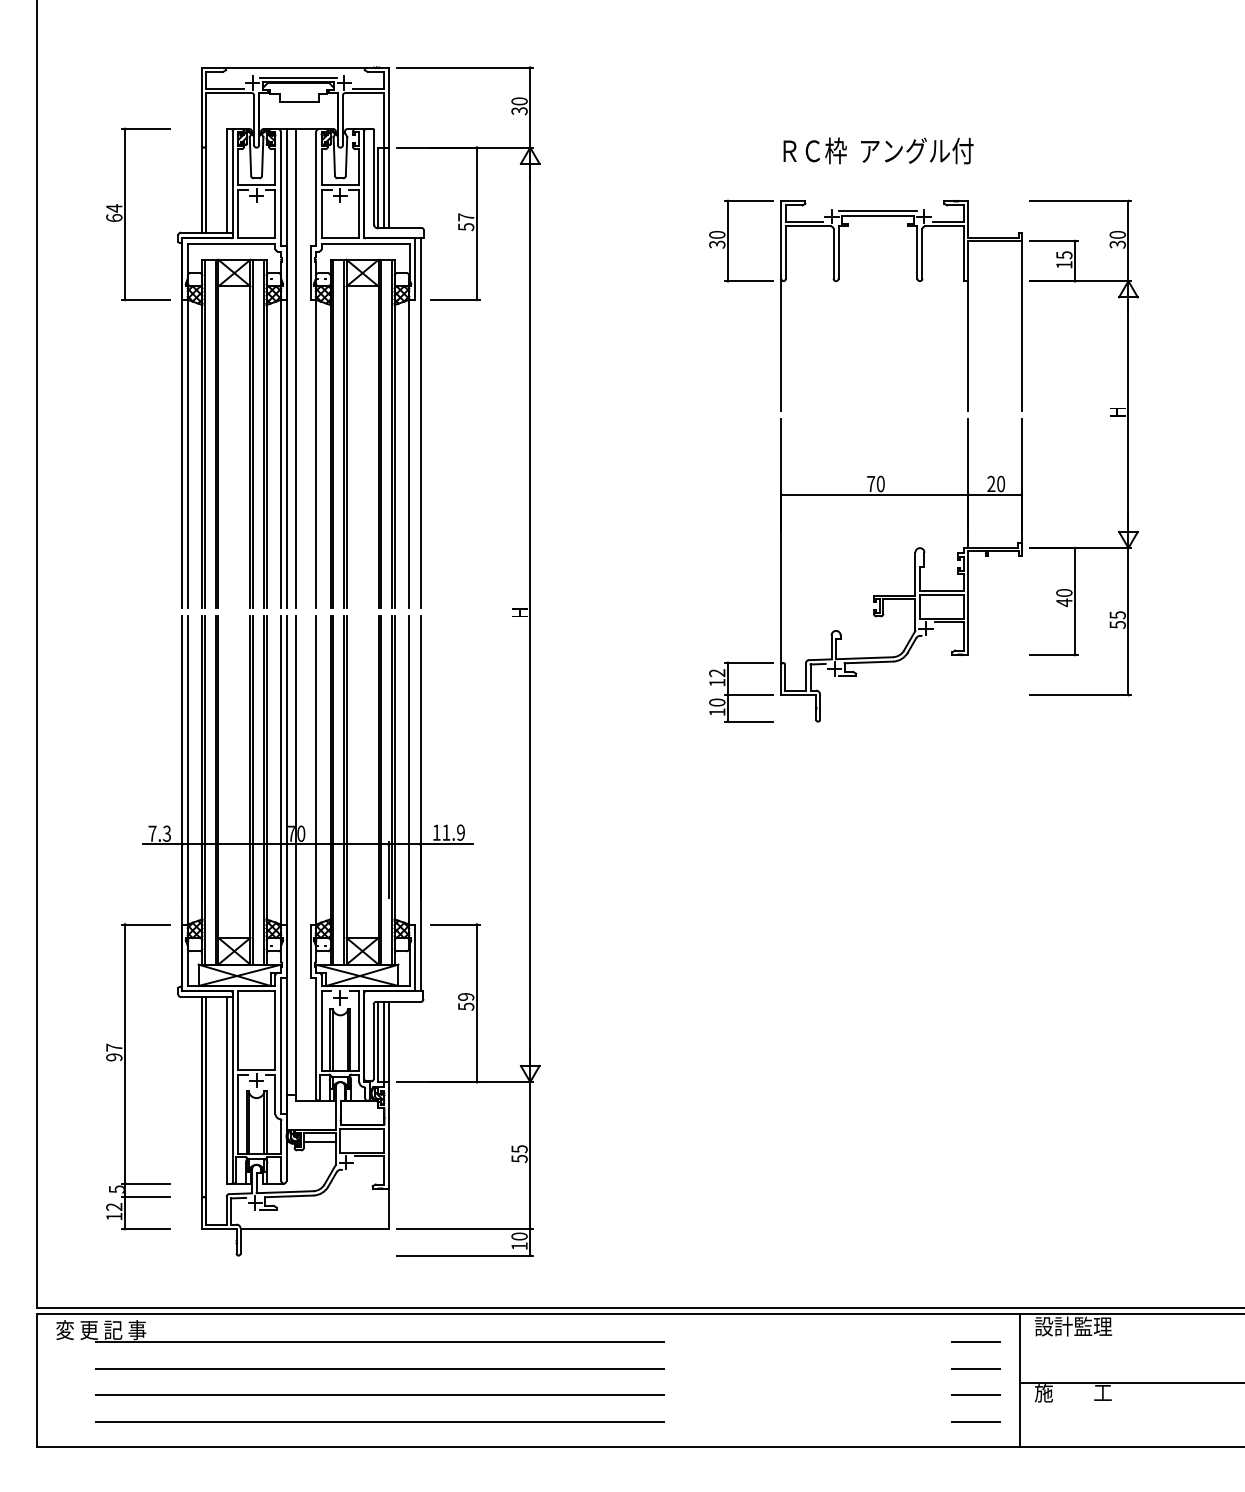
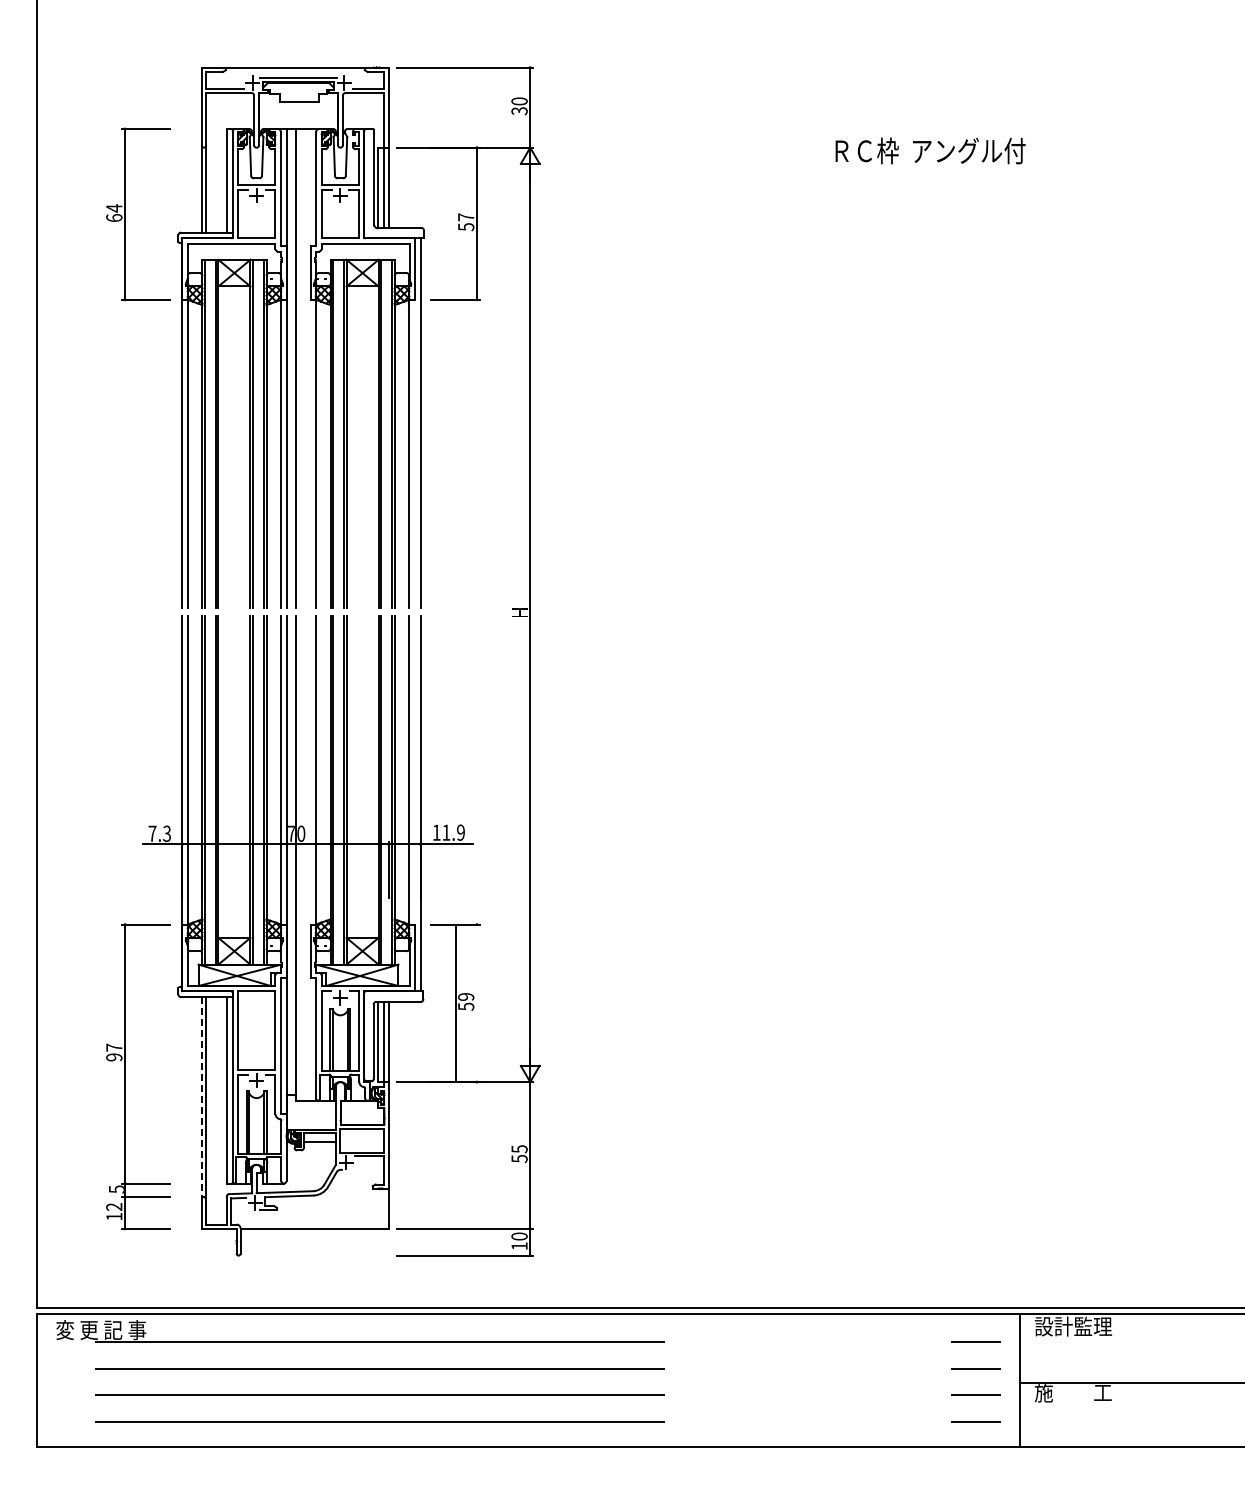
text at (878, 150) position: (878, 150) -> (930, 150)
part at (923, 494): present -> none
line at (476, 1003) position: (476, 1003) -> (455, 1003)
line at (201, 1097): solid -> dashed
